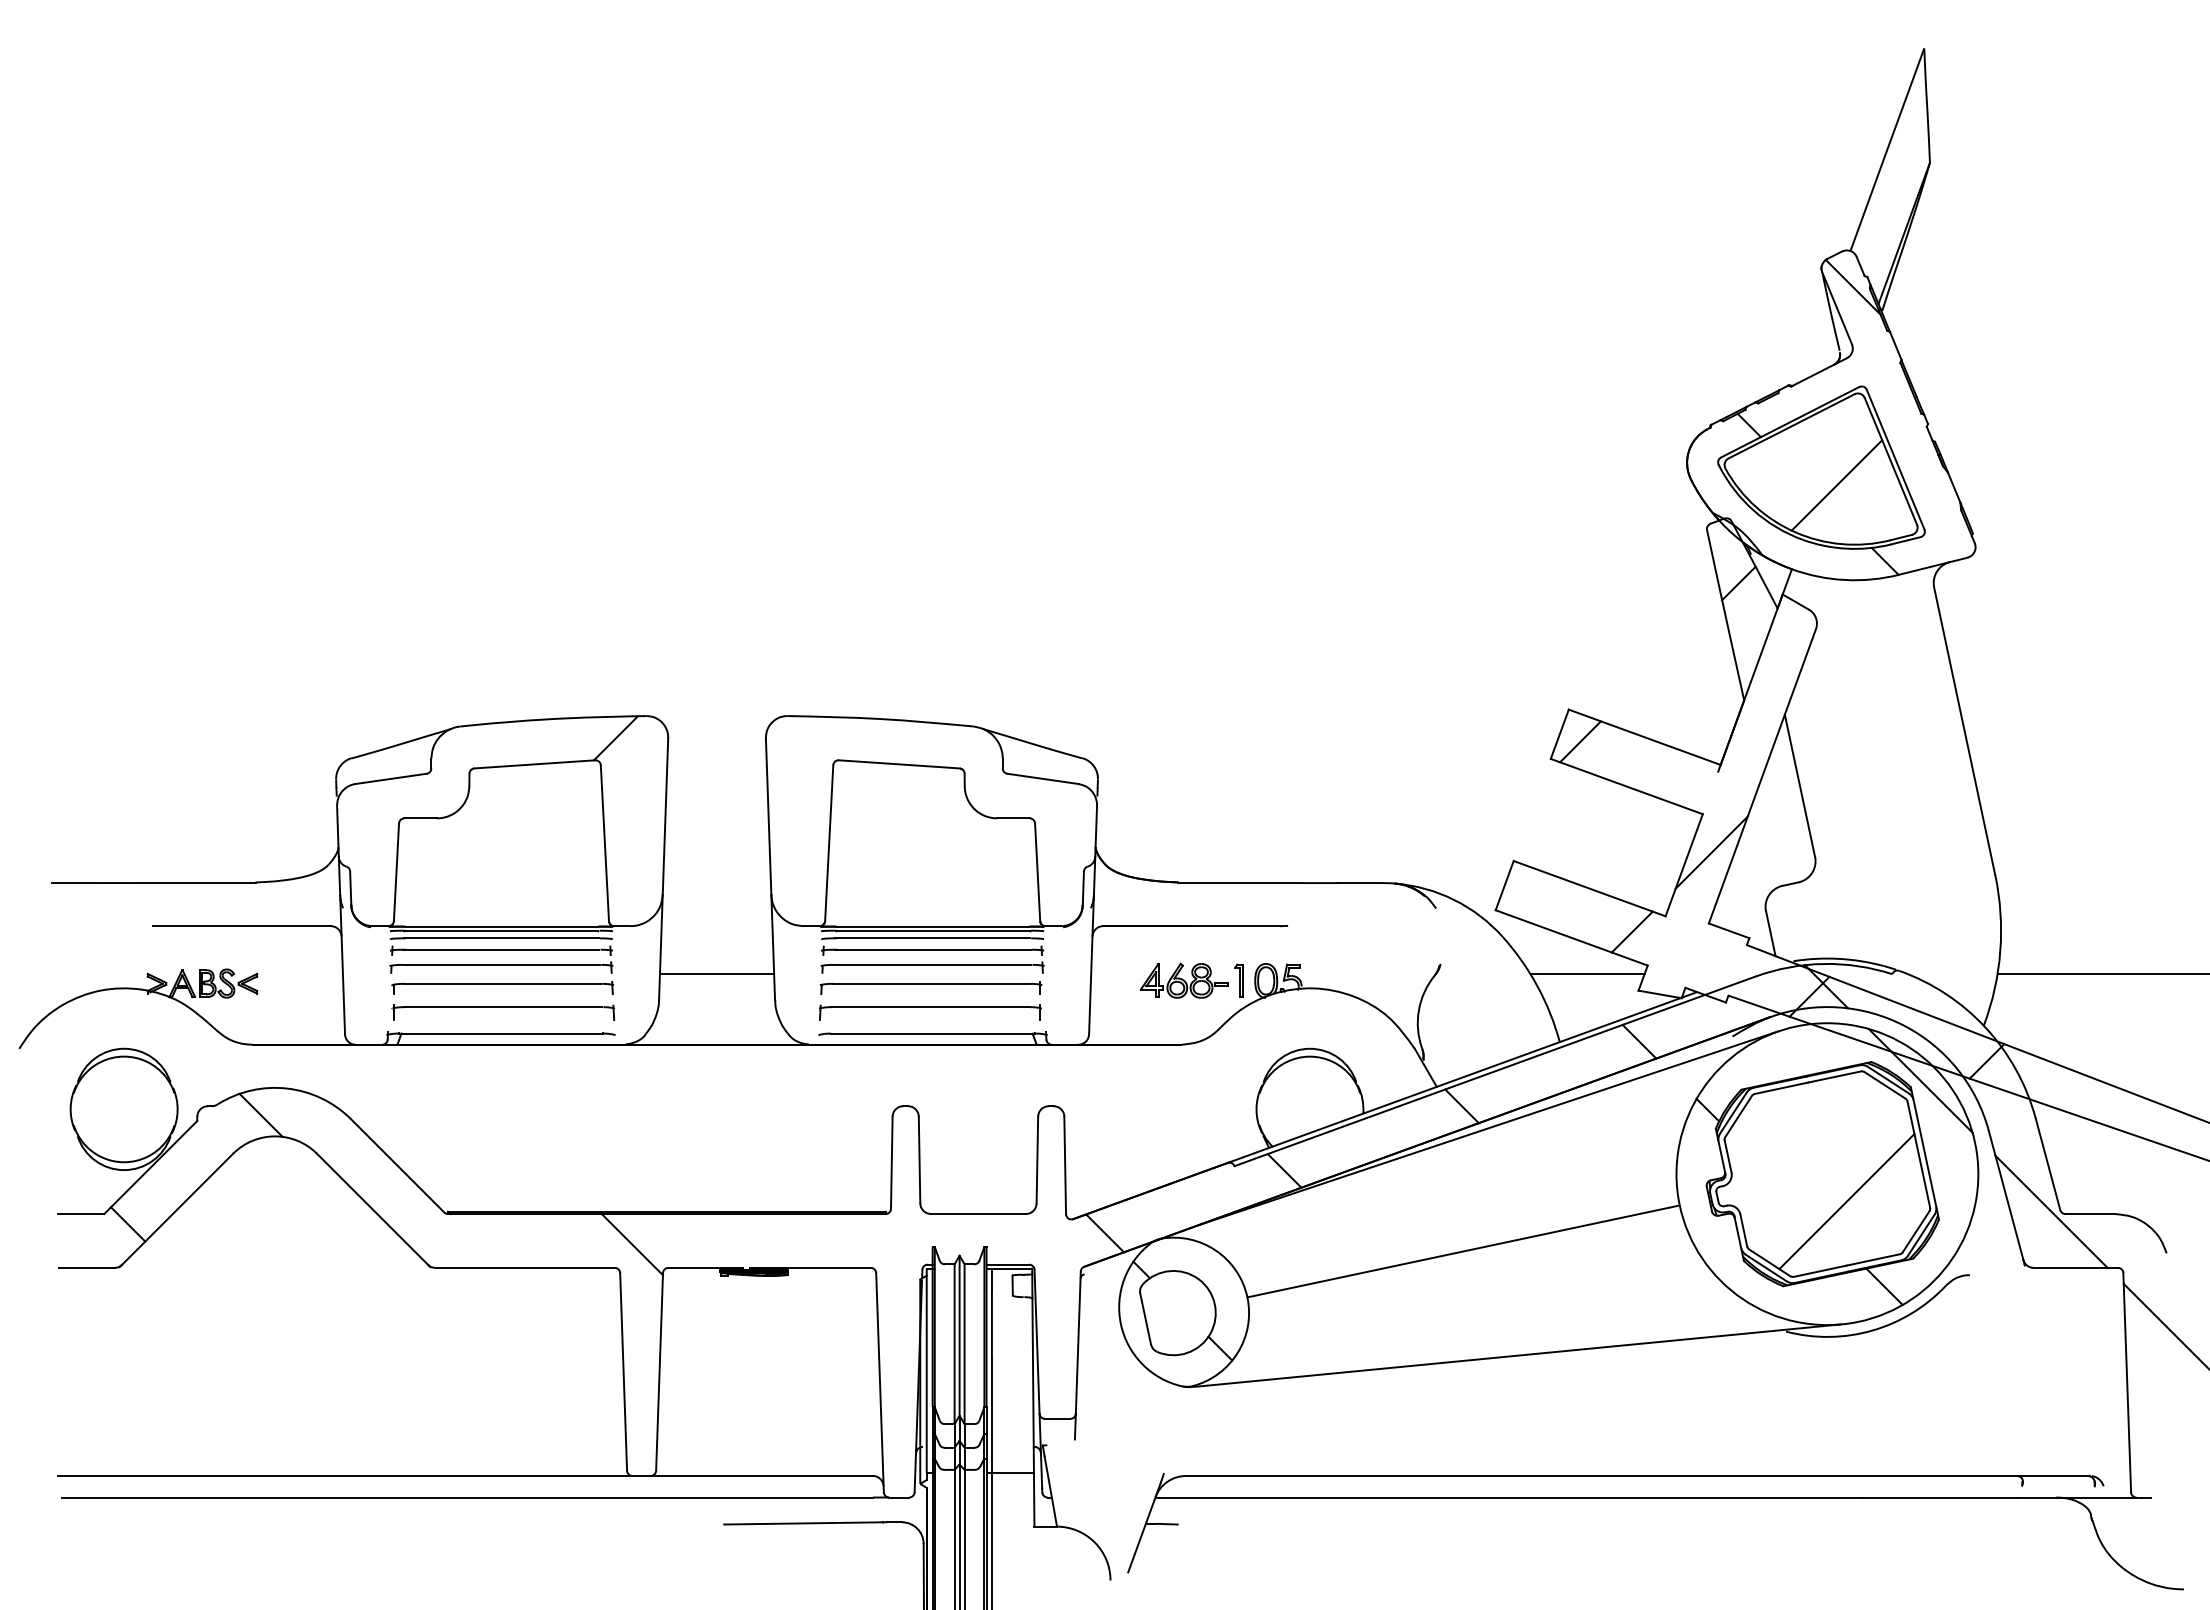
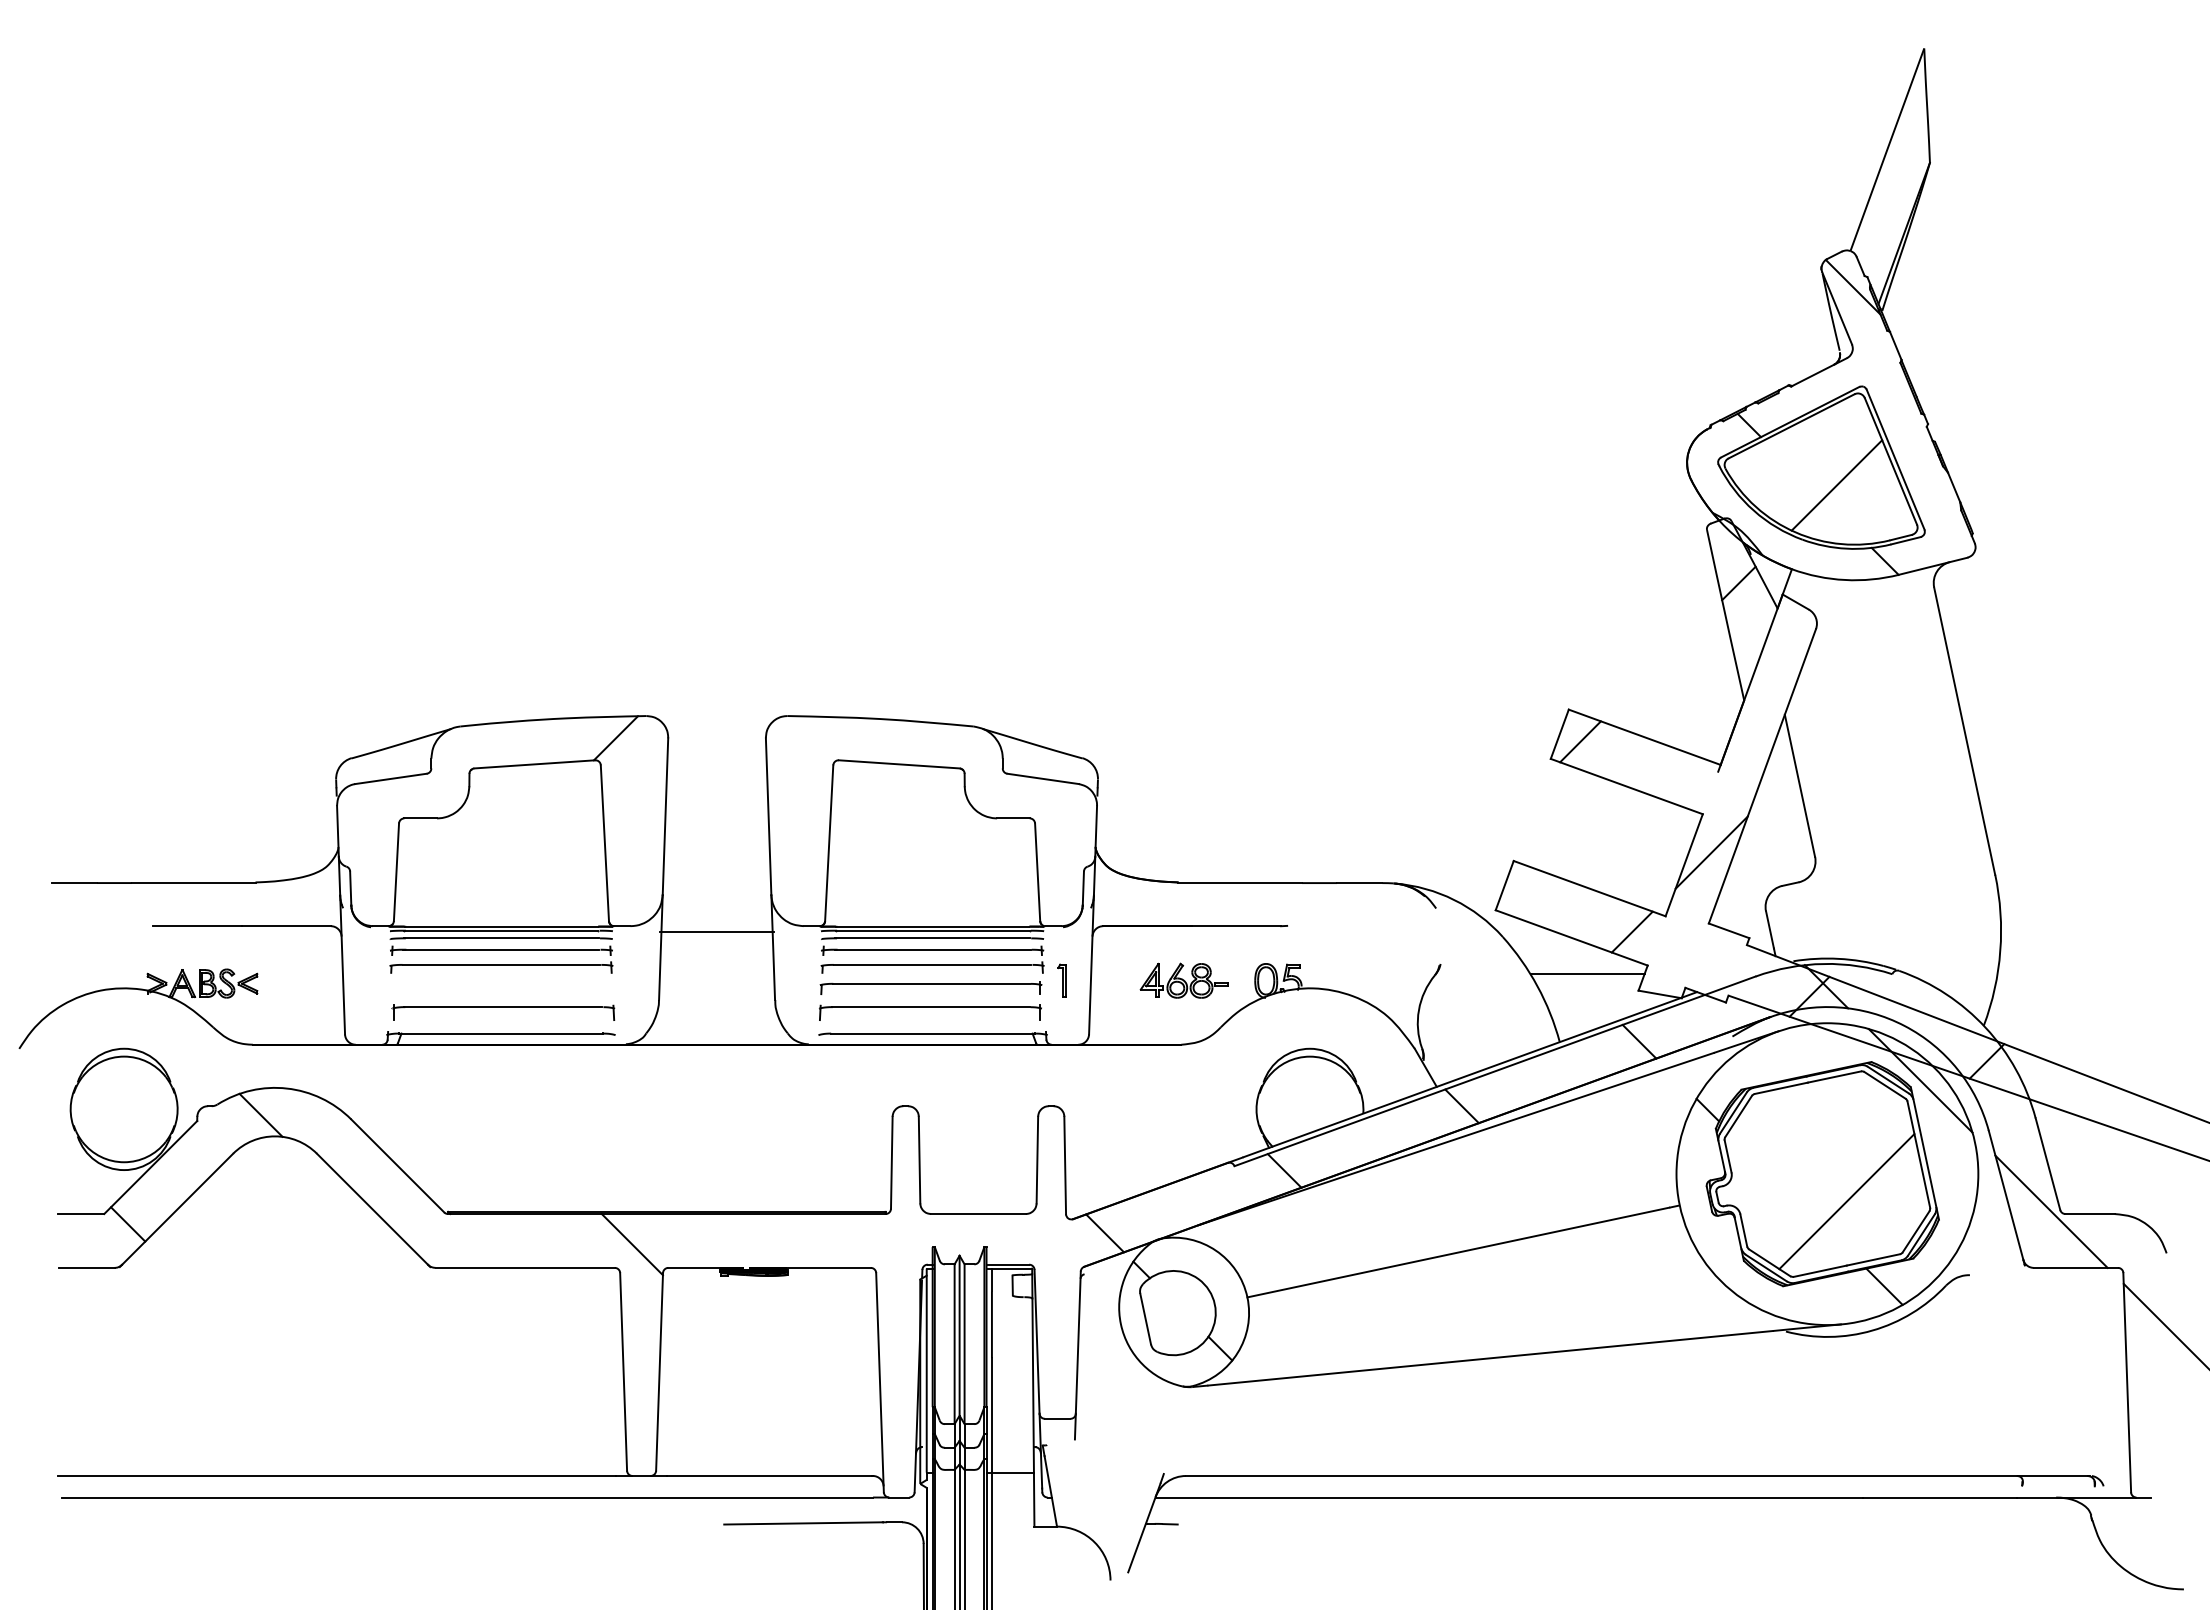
line at (716, 974) position: (716, 974) -> (716, 932)
line at (2101, 974): present -> none
part at (1238, 980) position: (1238, 980) -> (1061, 980)
part at (502, 987): present -> none
